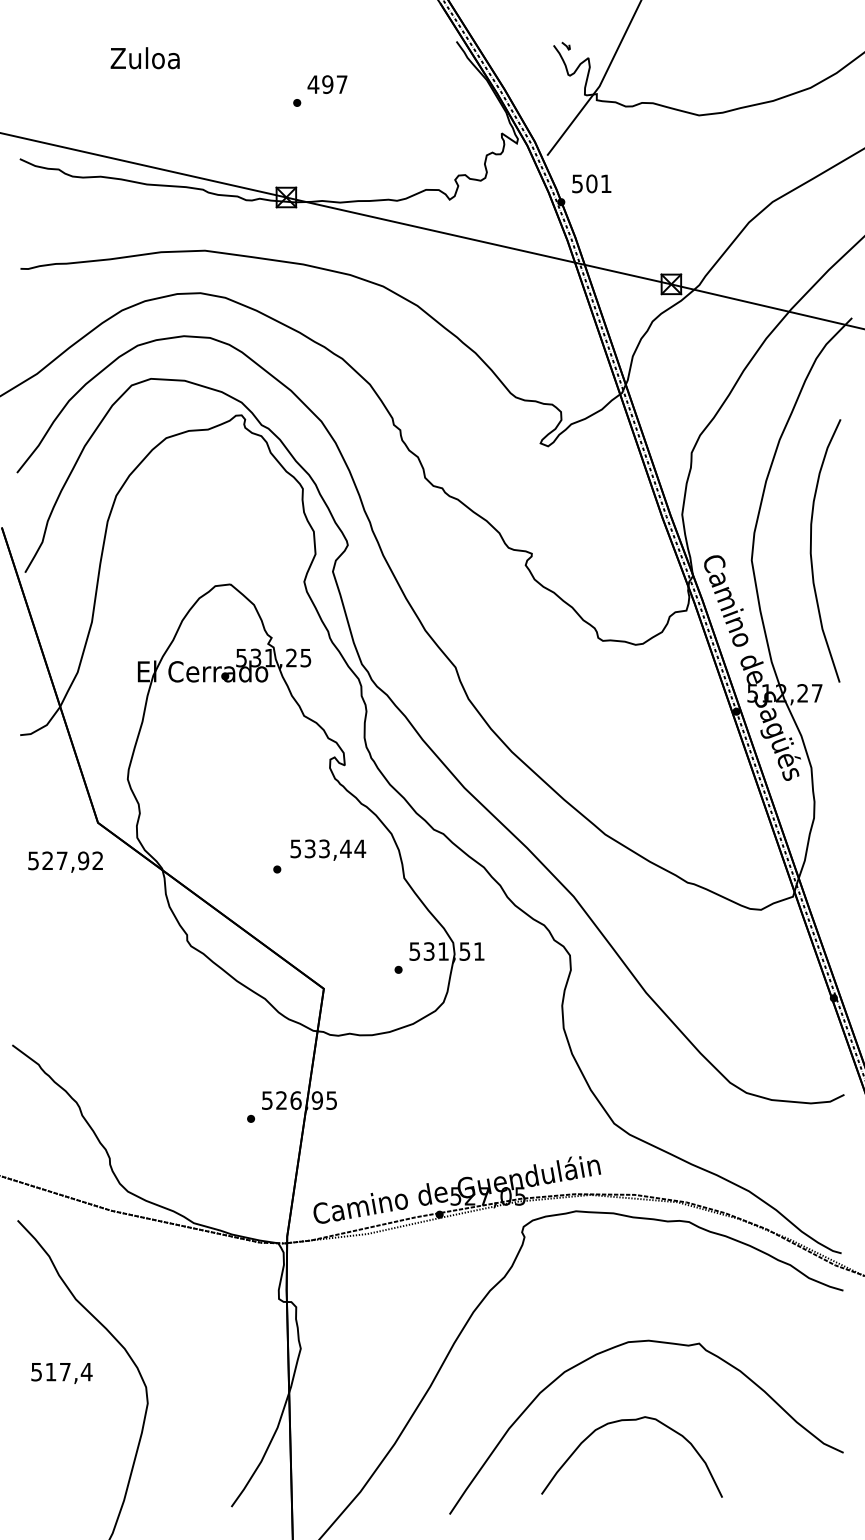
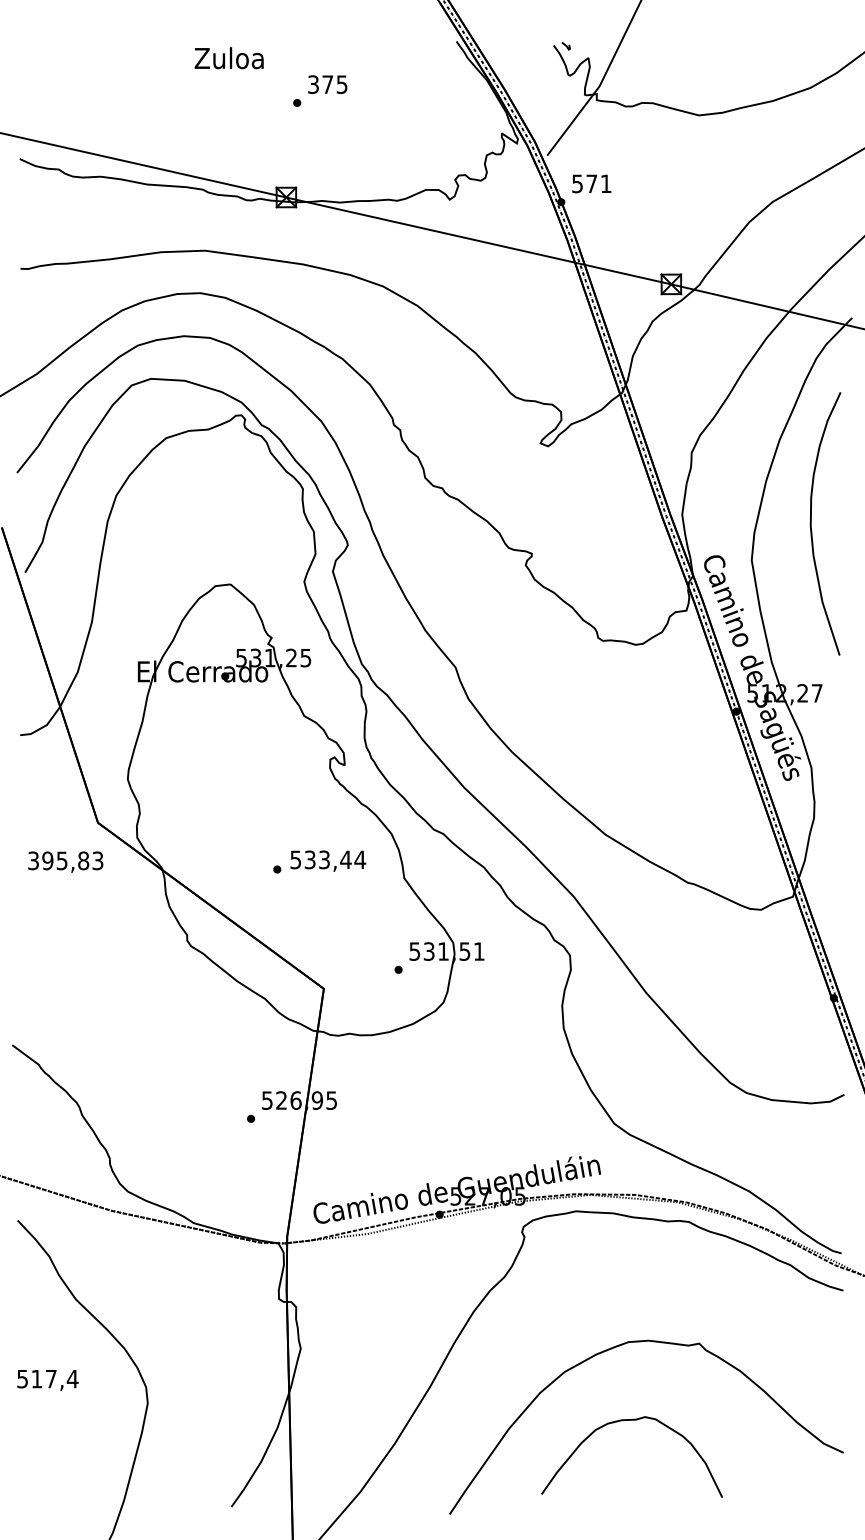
text at (144, 58) position: (144, 58) -> (228, 58)
text at (327, 84): 497 -> 375
text at (591, 183): 501 -> 571
curve at (811, 550) position: (811, 550) -> (811, 523)
text at (328, 849) position: (328, 849) -> (328, 860)
text at (65, 860): 527,92 -> 395,83
text at (61, 1373) position: (61, 1373) -> (47, 1380)
